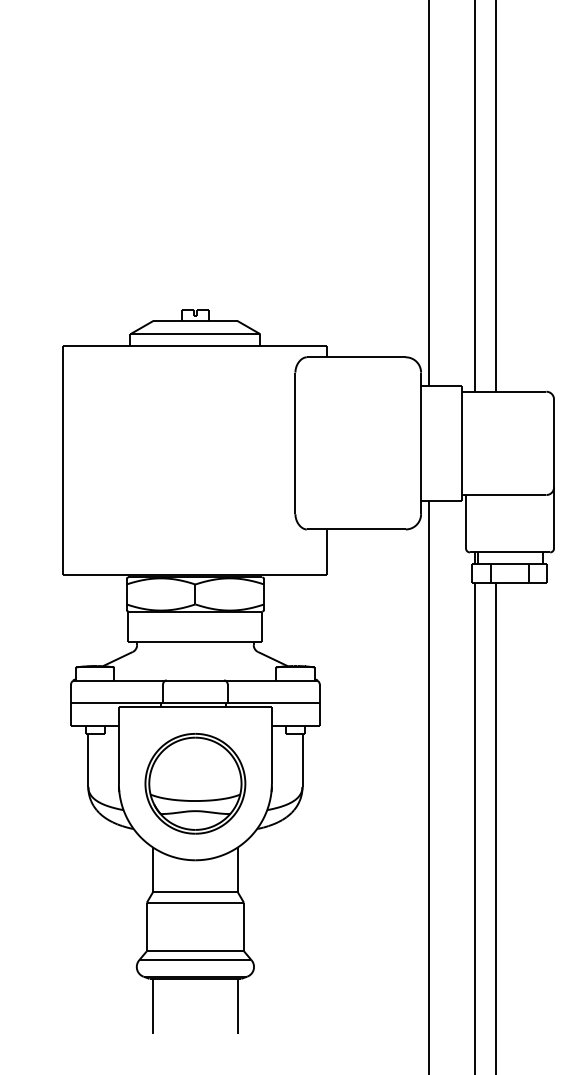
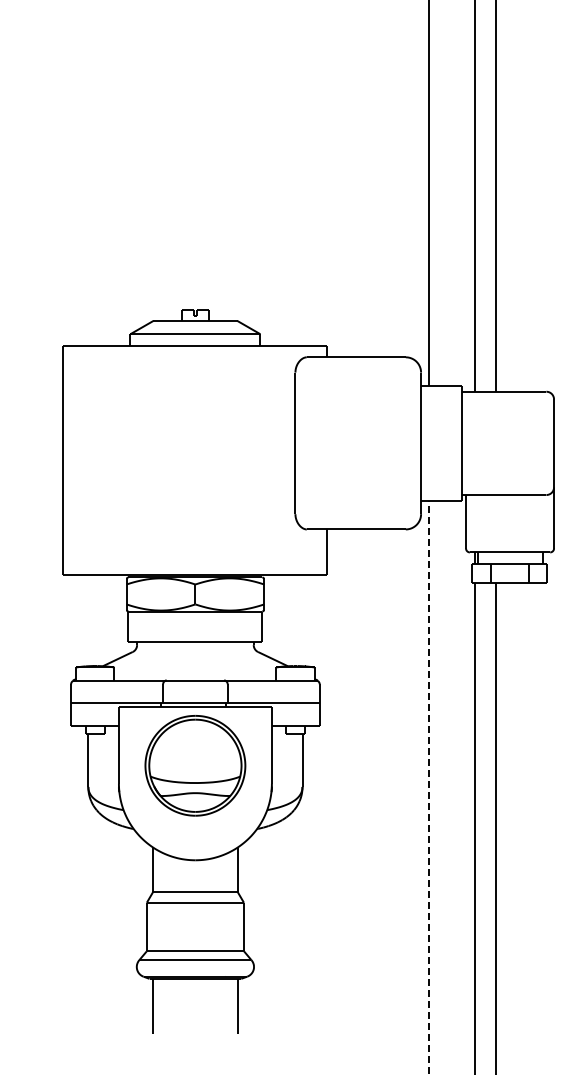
part at (195, 783) position: (195, 783) -> (195, 765)
line at (429, 787): solid -> dashed
